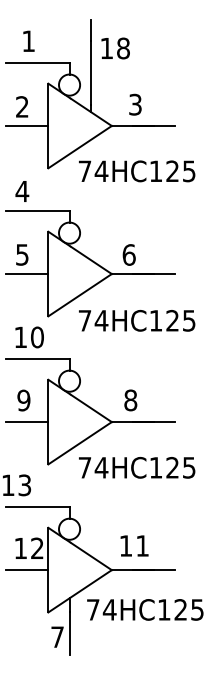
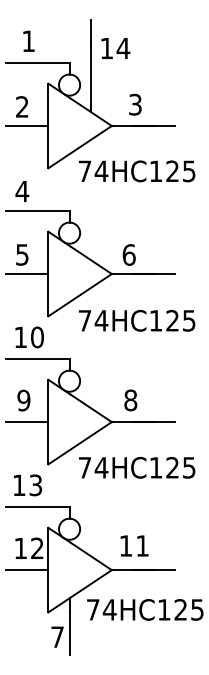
text at (123, 48): 18 -> 14
text at (17, 485) position: (17, 485) -> (28, 485)
